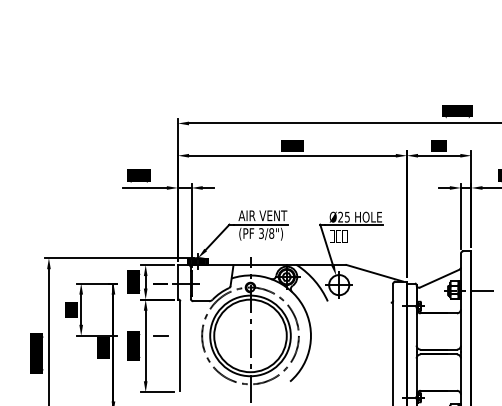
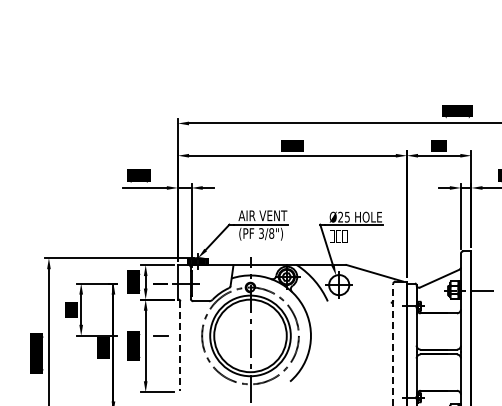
line at (393, 344): solid -> dashed
line at (180, 346): solid -> dashed
